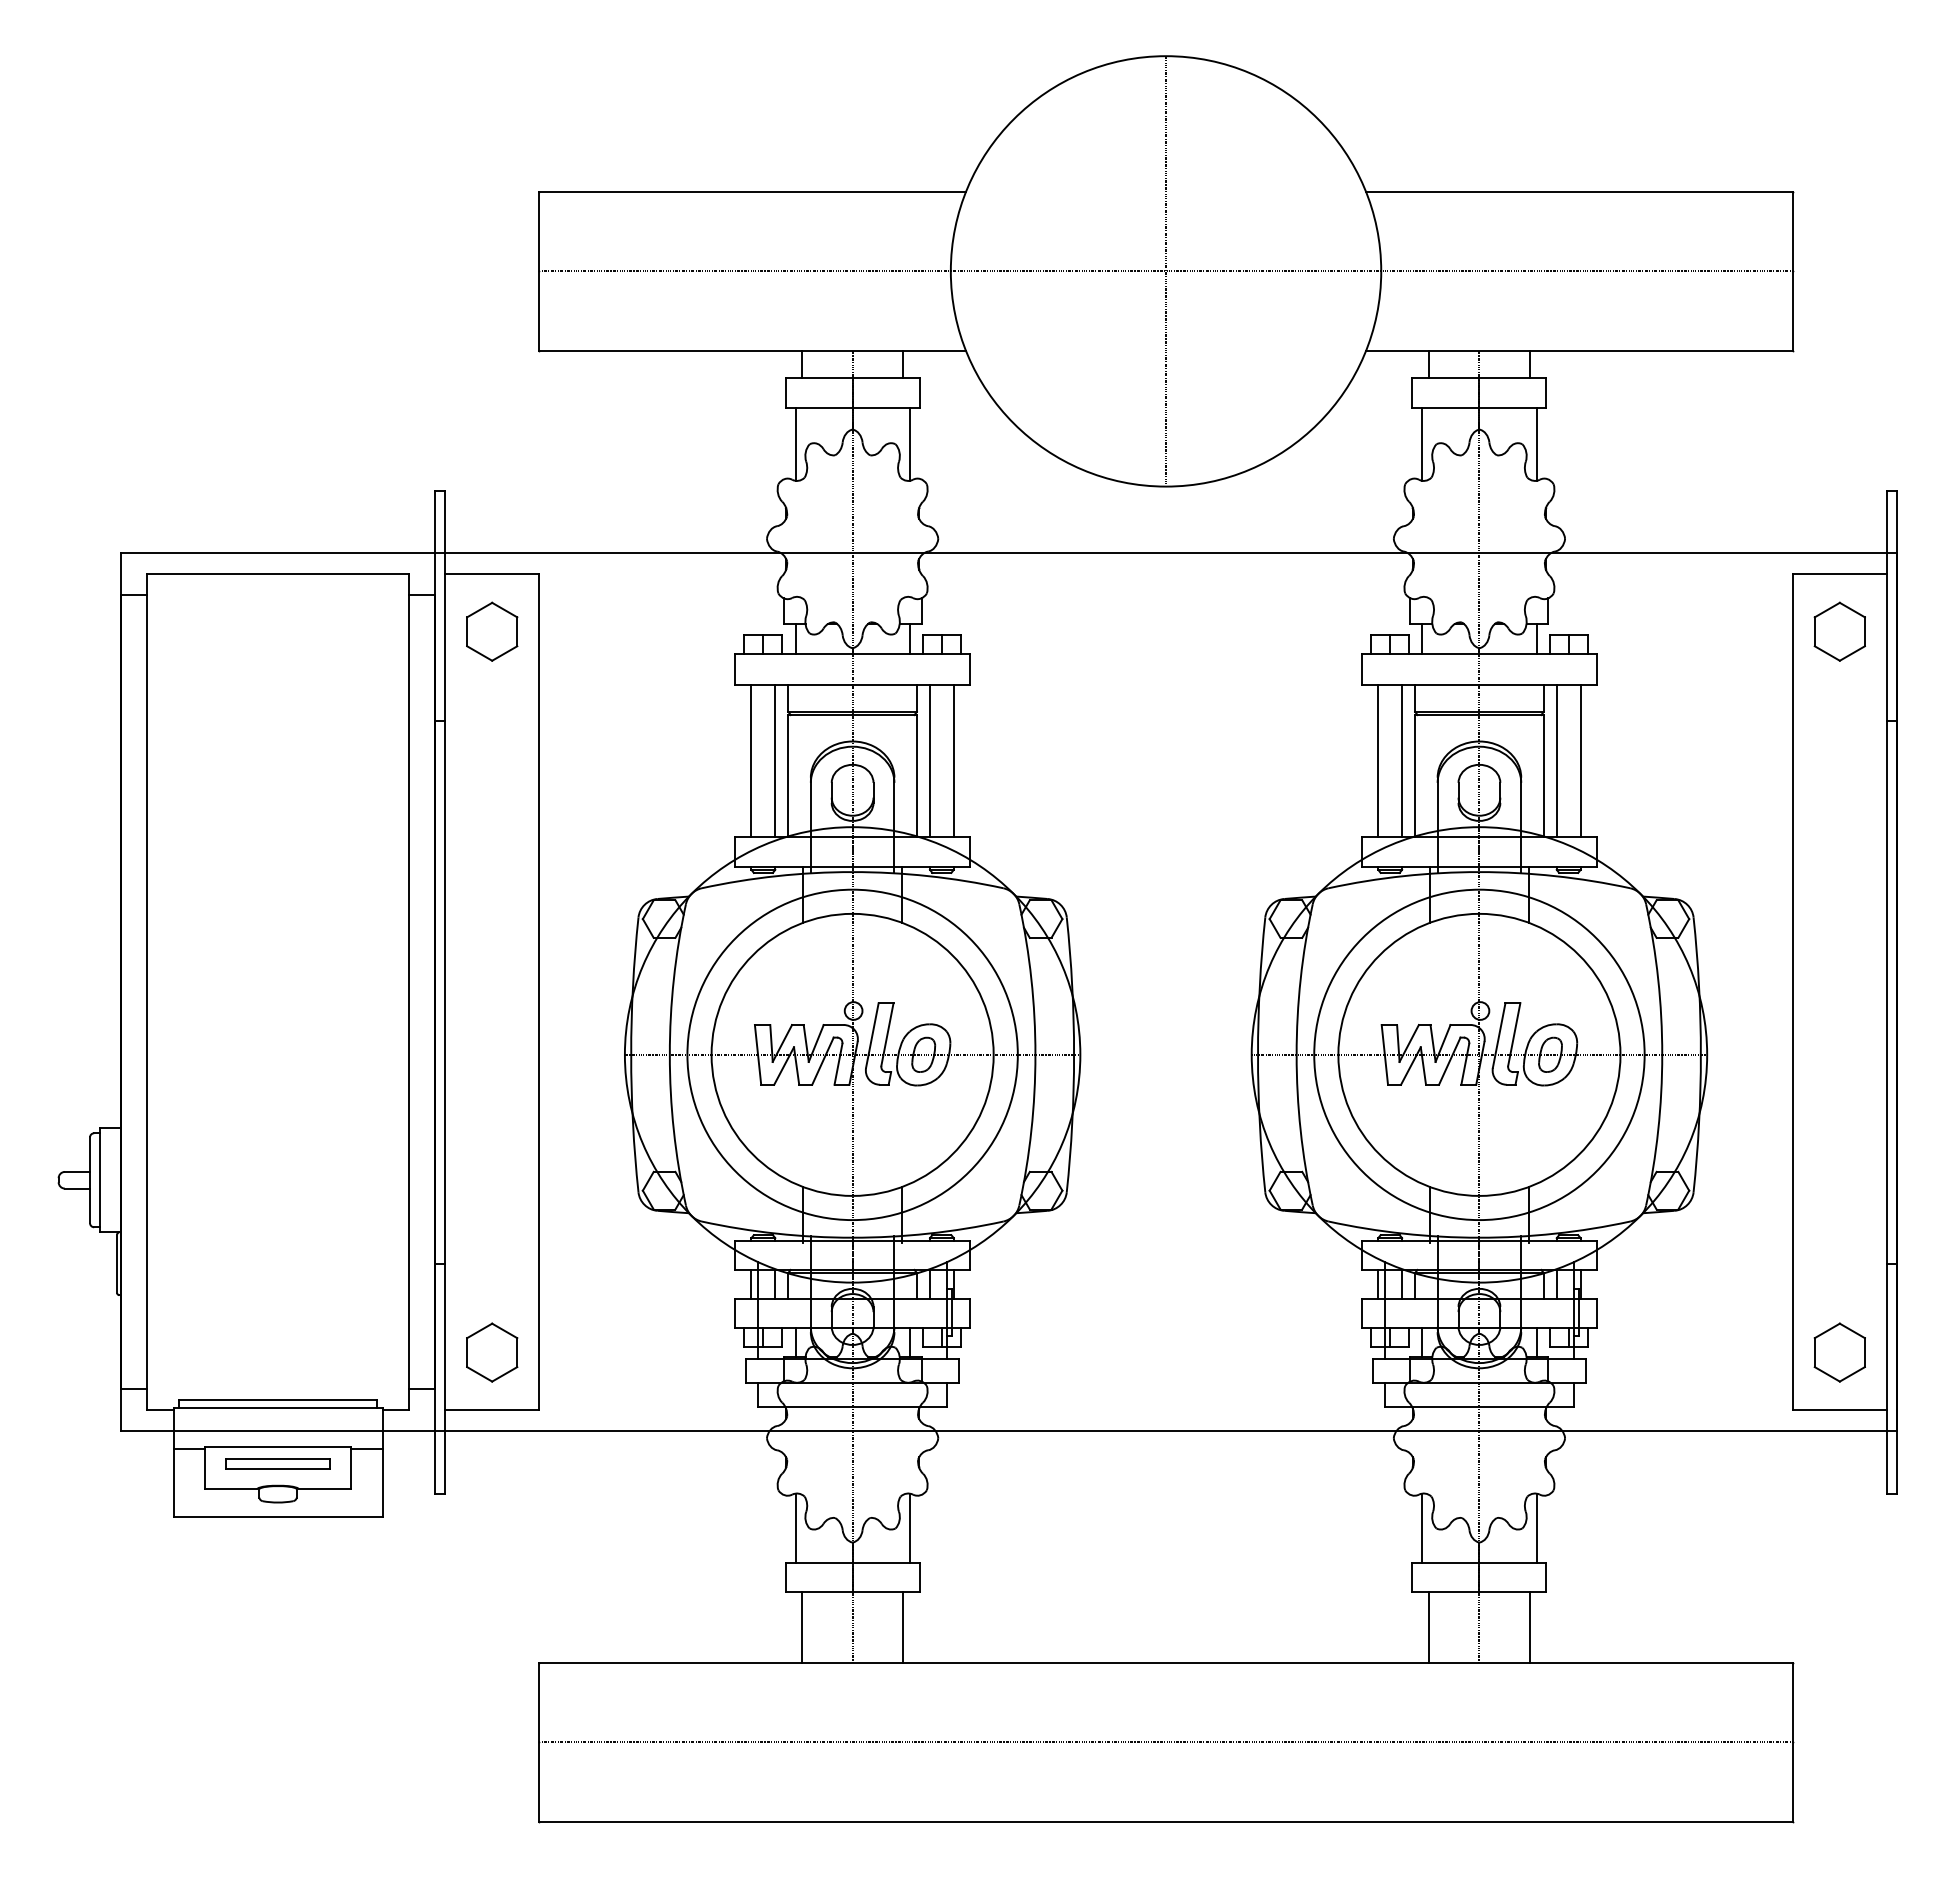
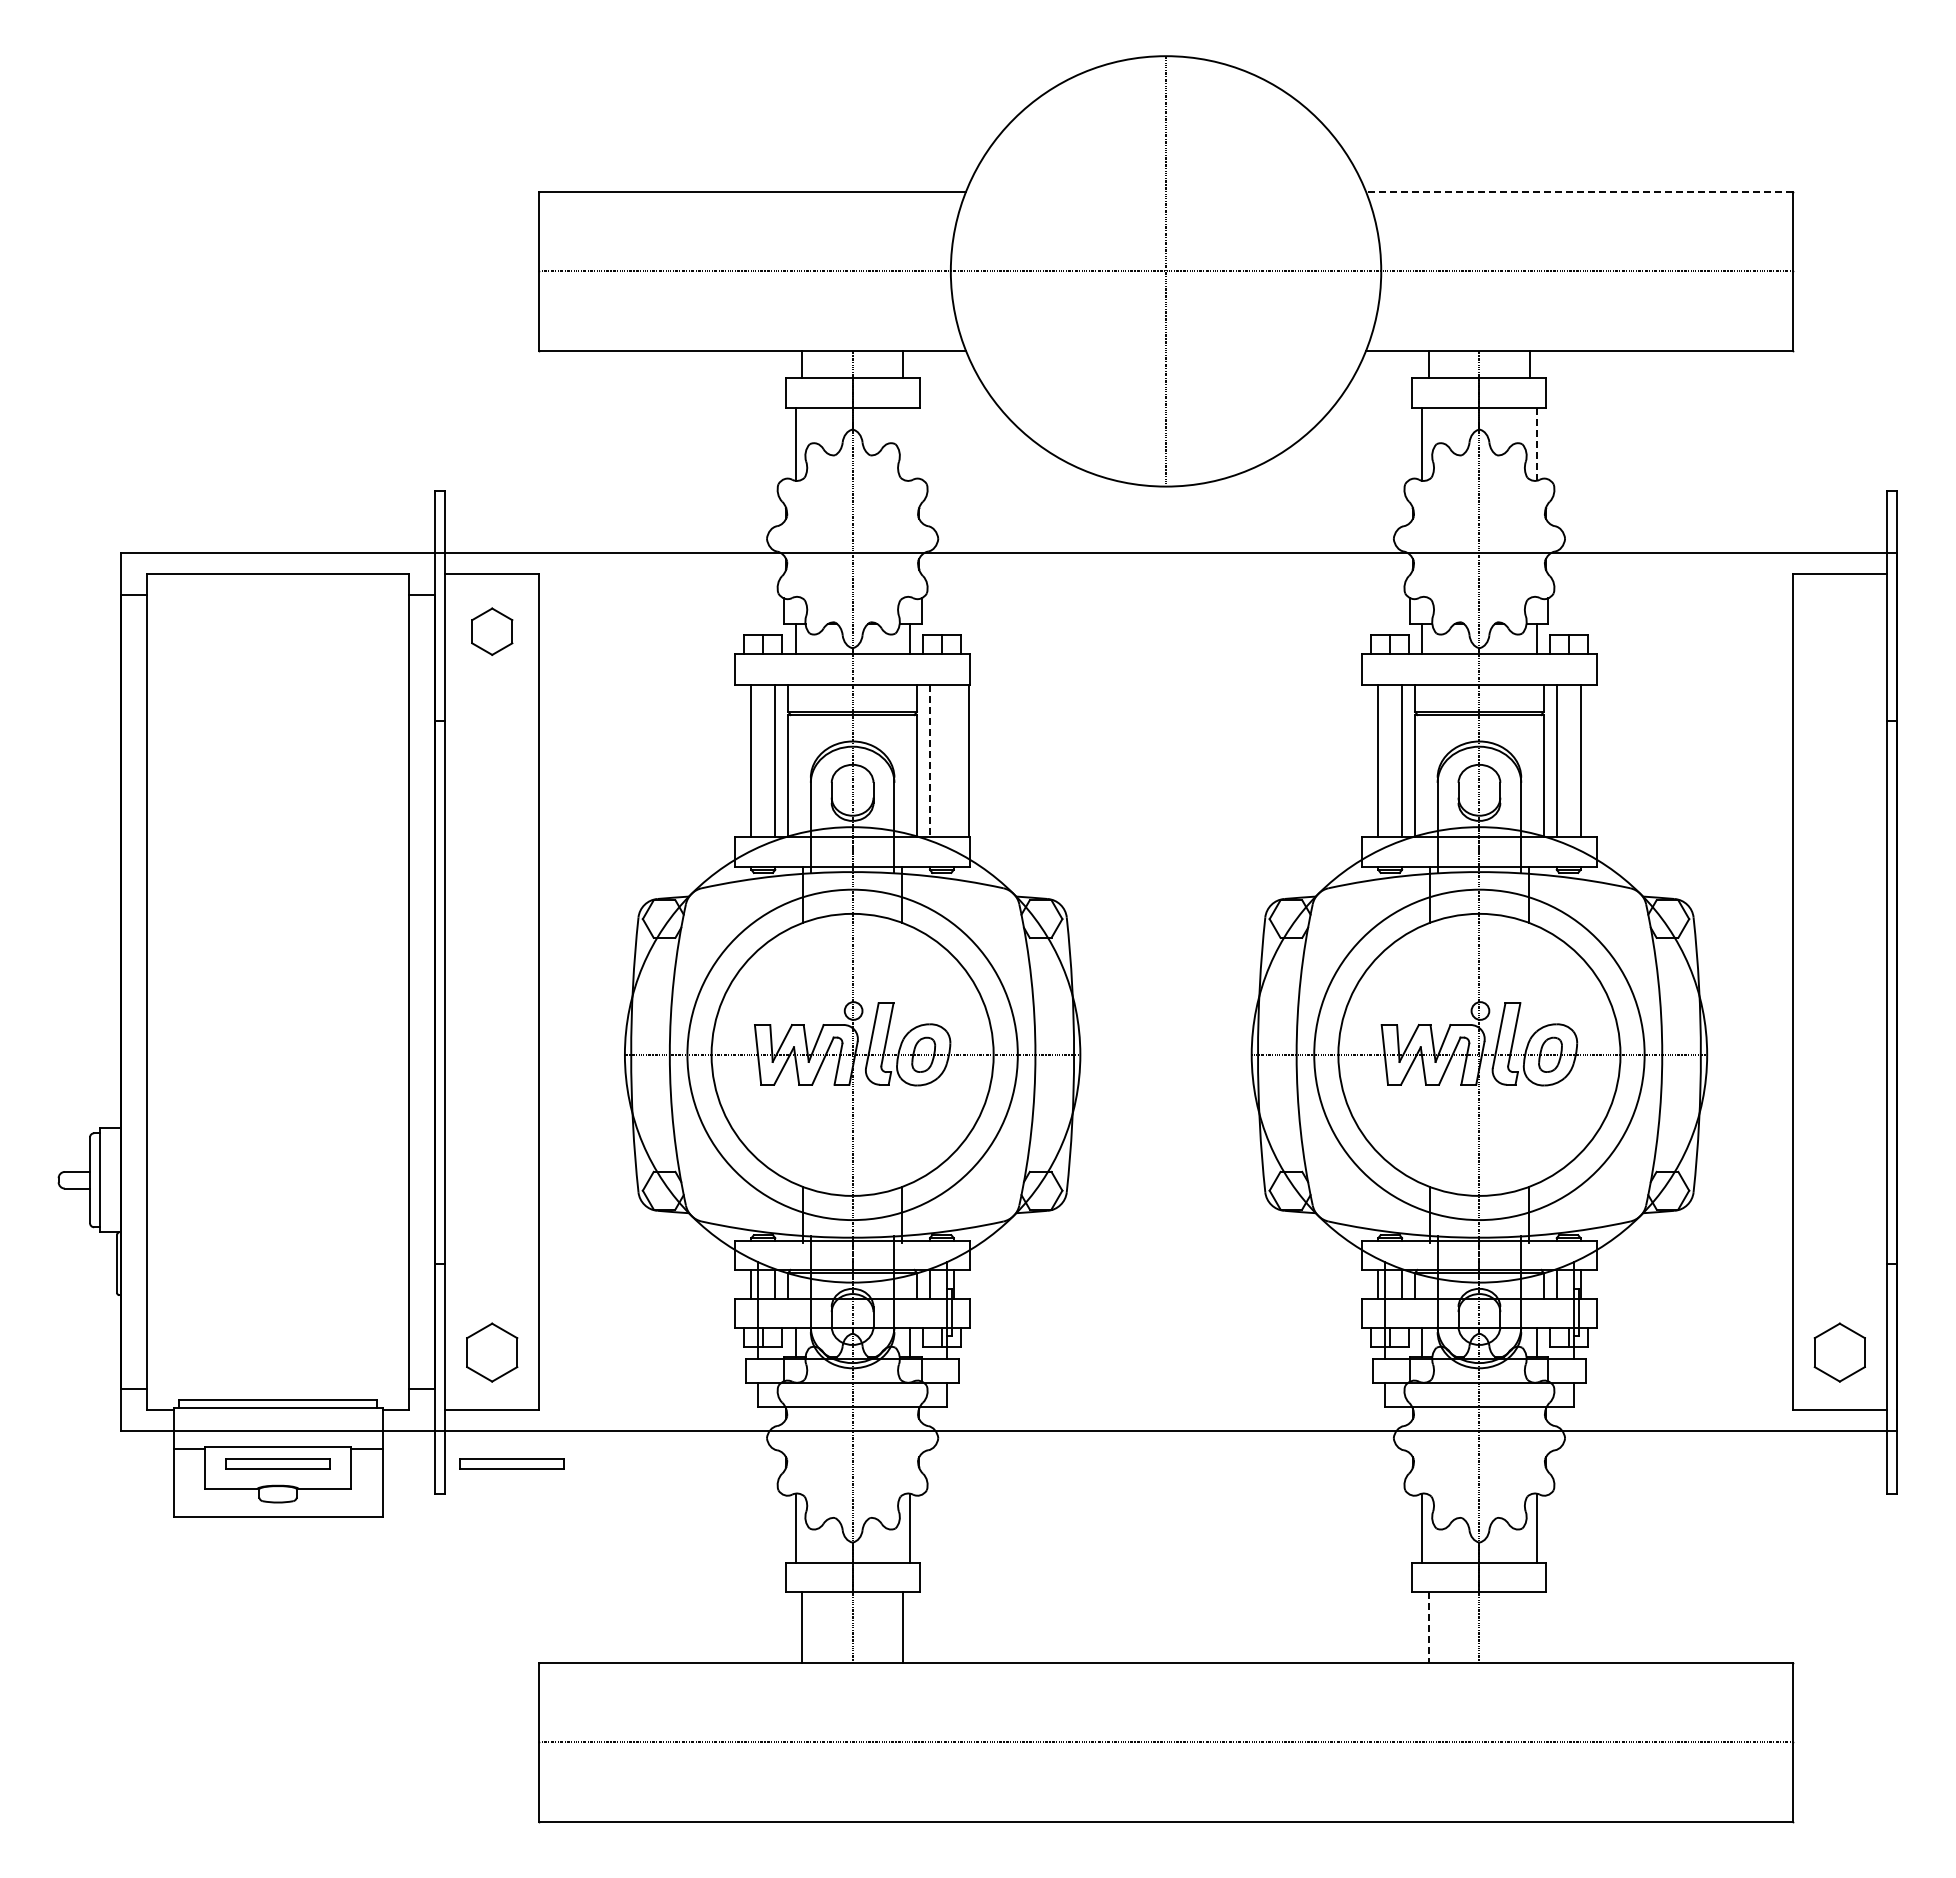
line at (1578, 191): solid -> dashed
line at (909, 444): present -> none
line at (1536, 444): solid -> dashed
part at (492, 631) size: 53x61 px -> 43x49 px
part at (1839, 631): present -> none
line at (929, 760): solid -> dashed
line at (953, 760) position: (953, 760) -> (968, 760)
part at (511, 1463): none -> present
line at (1529, 1626): present -> none
line at (1428, 1627): solid -> dashed
